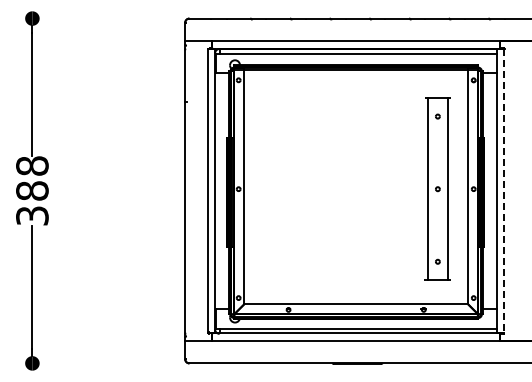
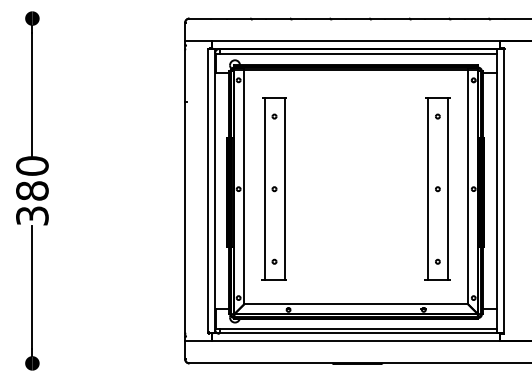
text at (32, 165): 388 -> 380
part at (273, 188): none -> present
line at (504, 191): dashed -> solid
